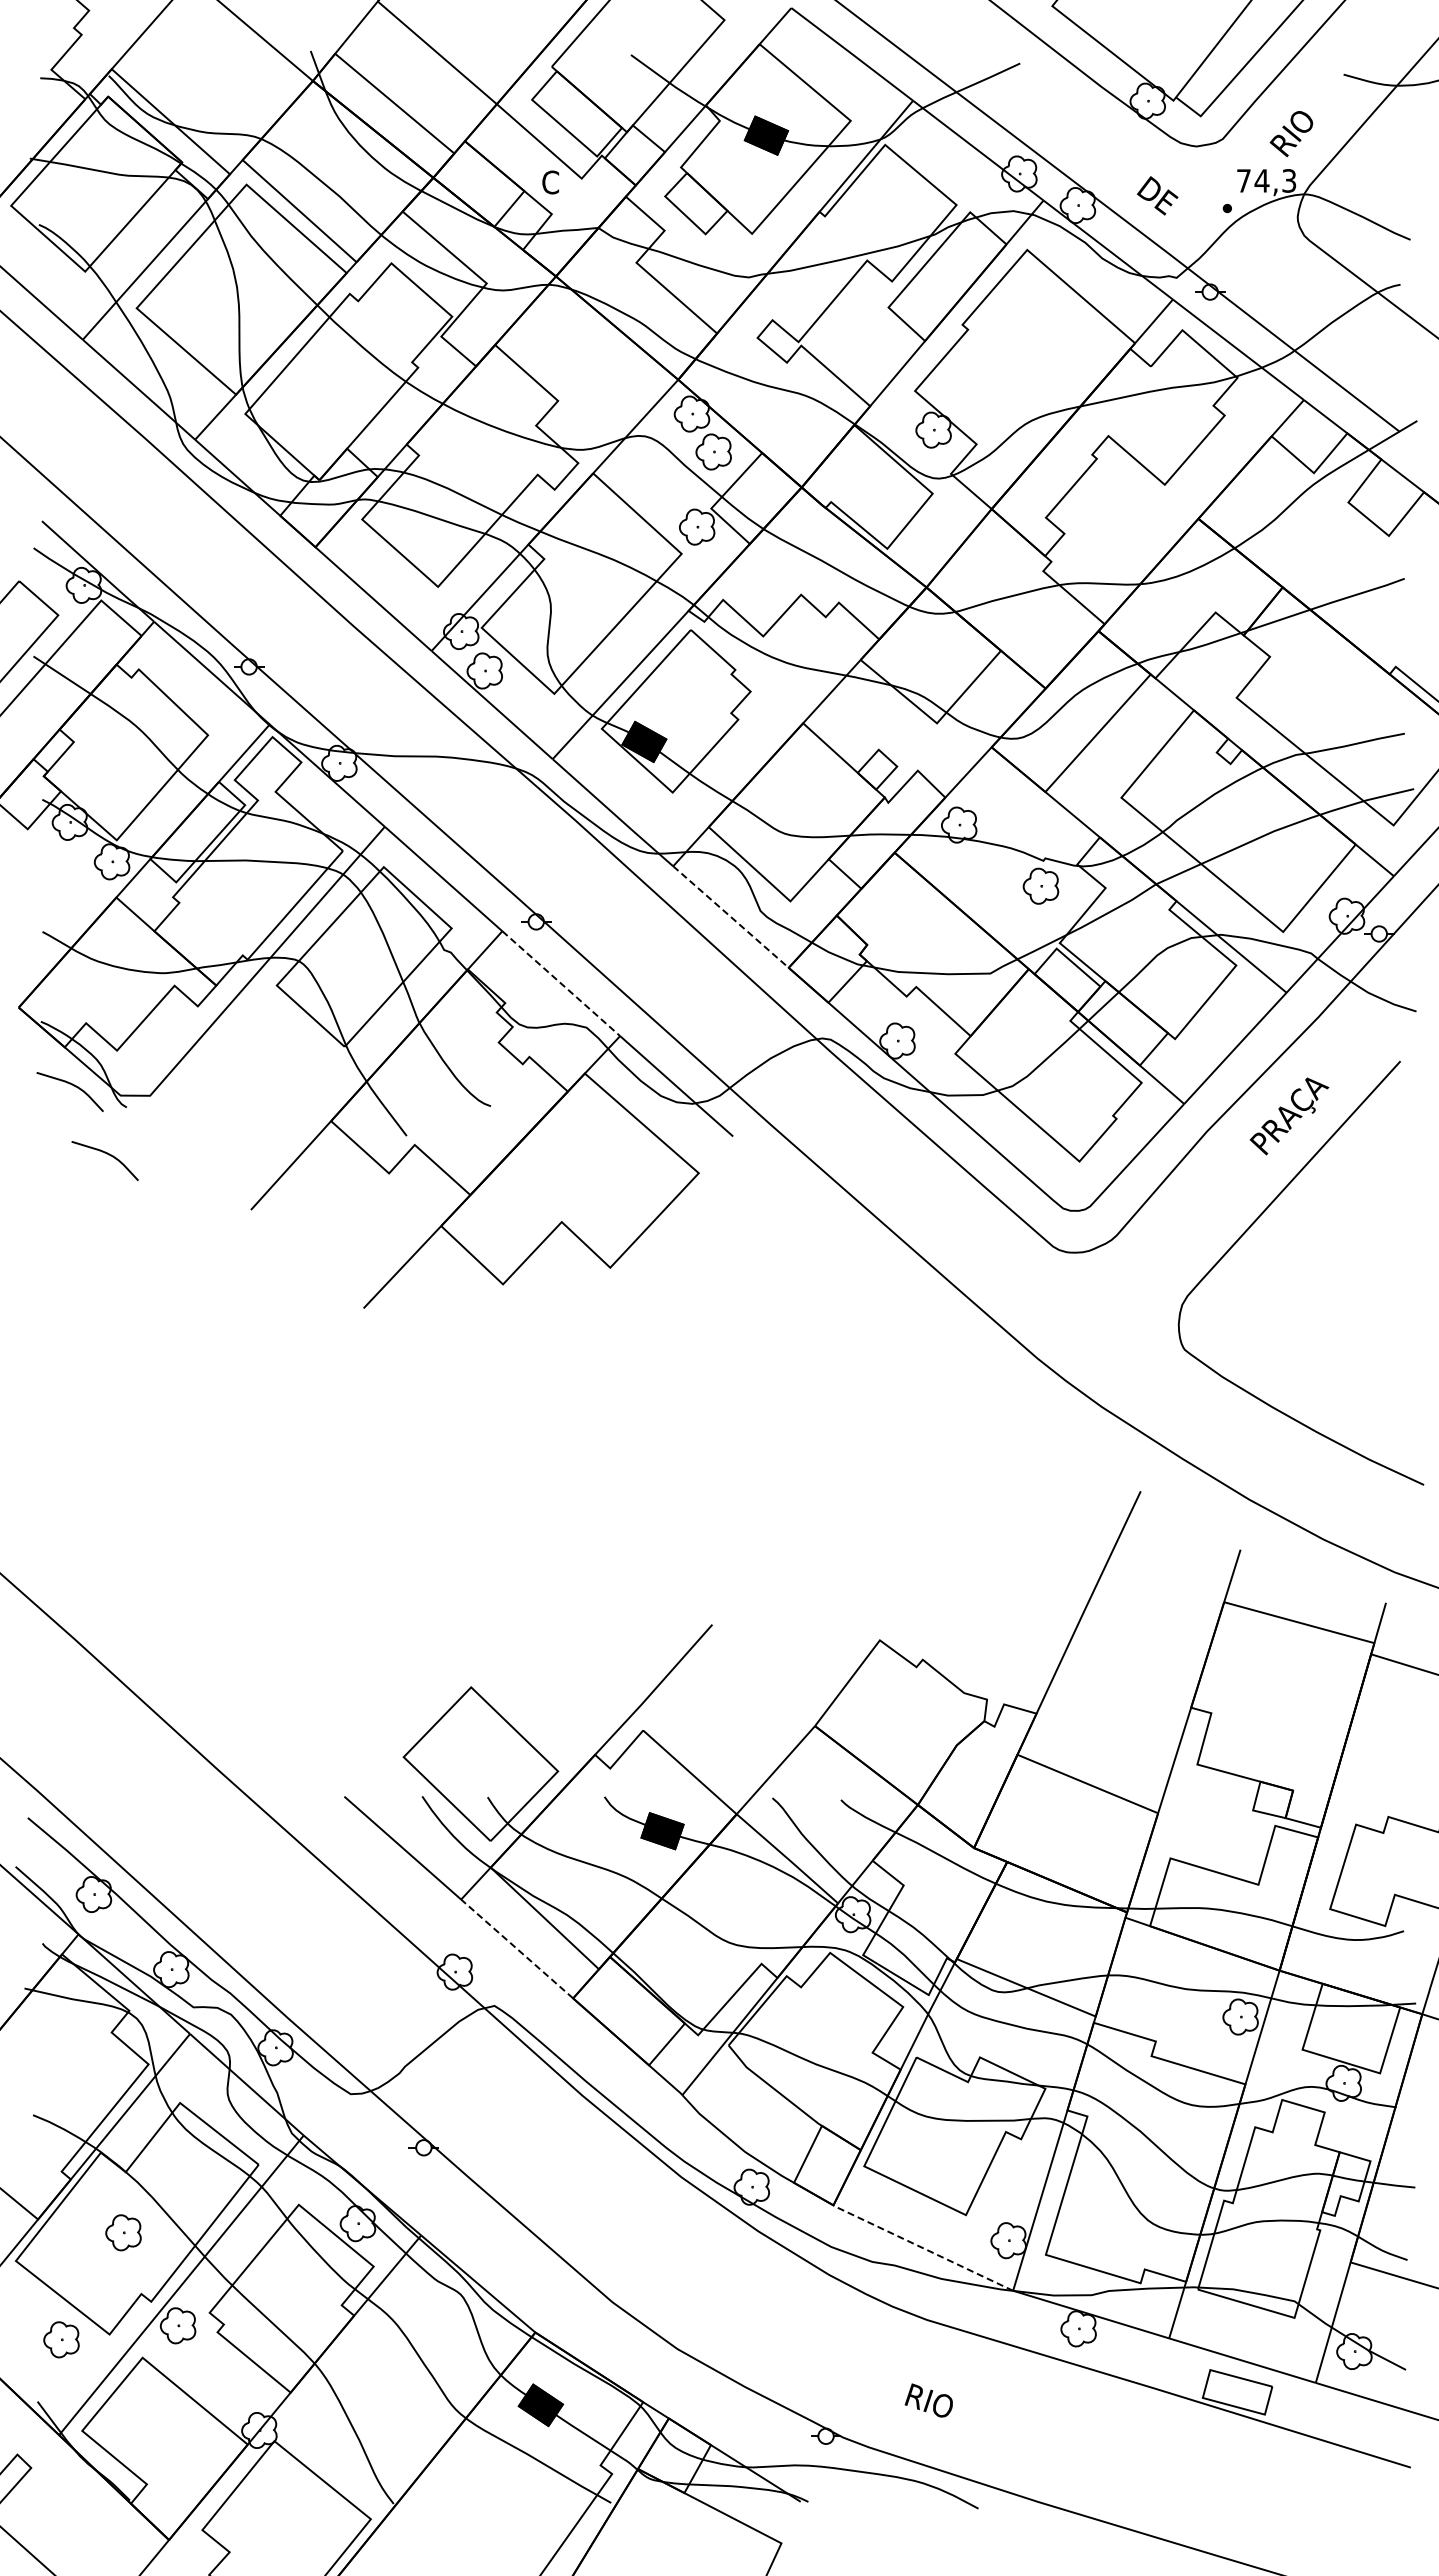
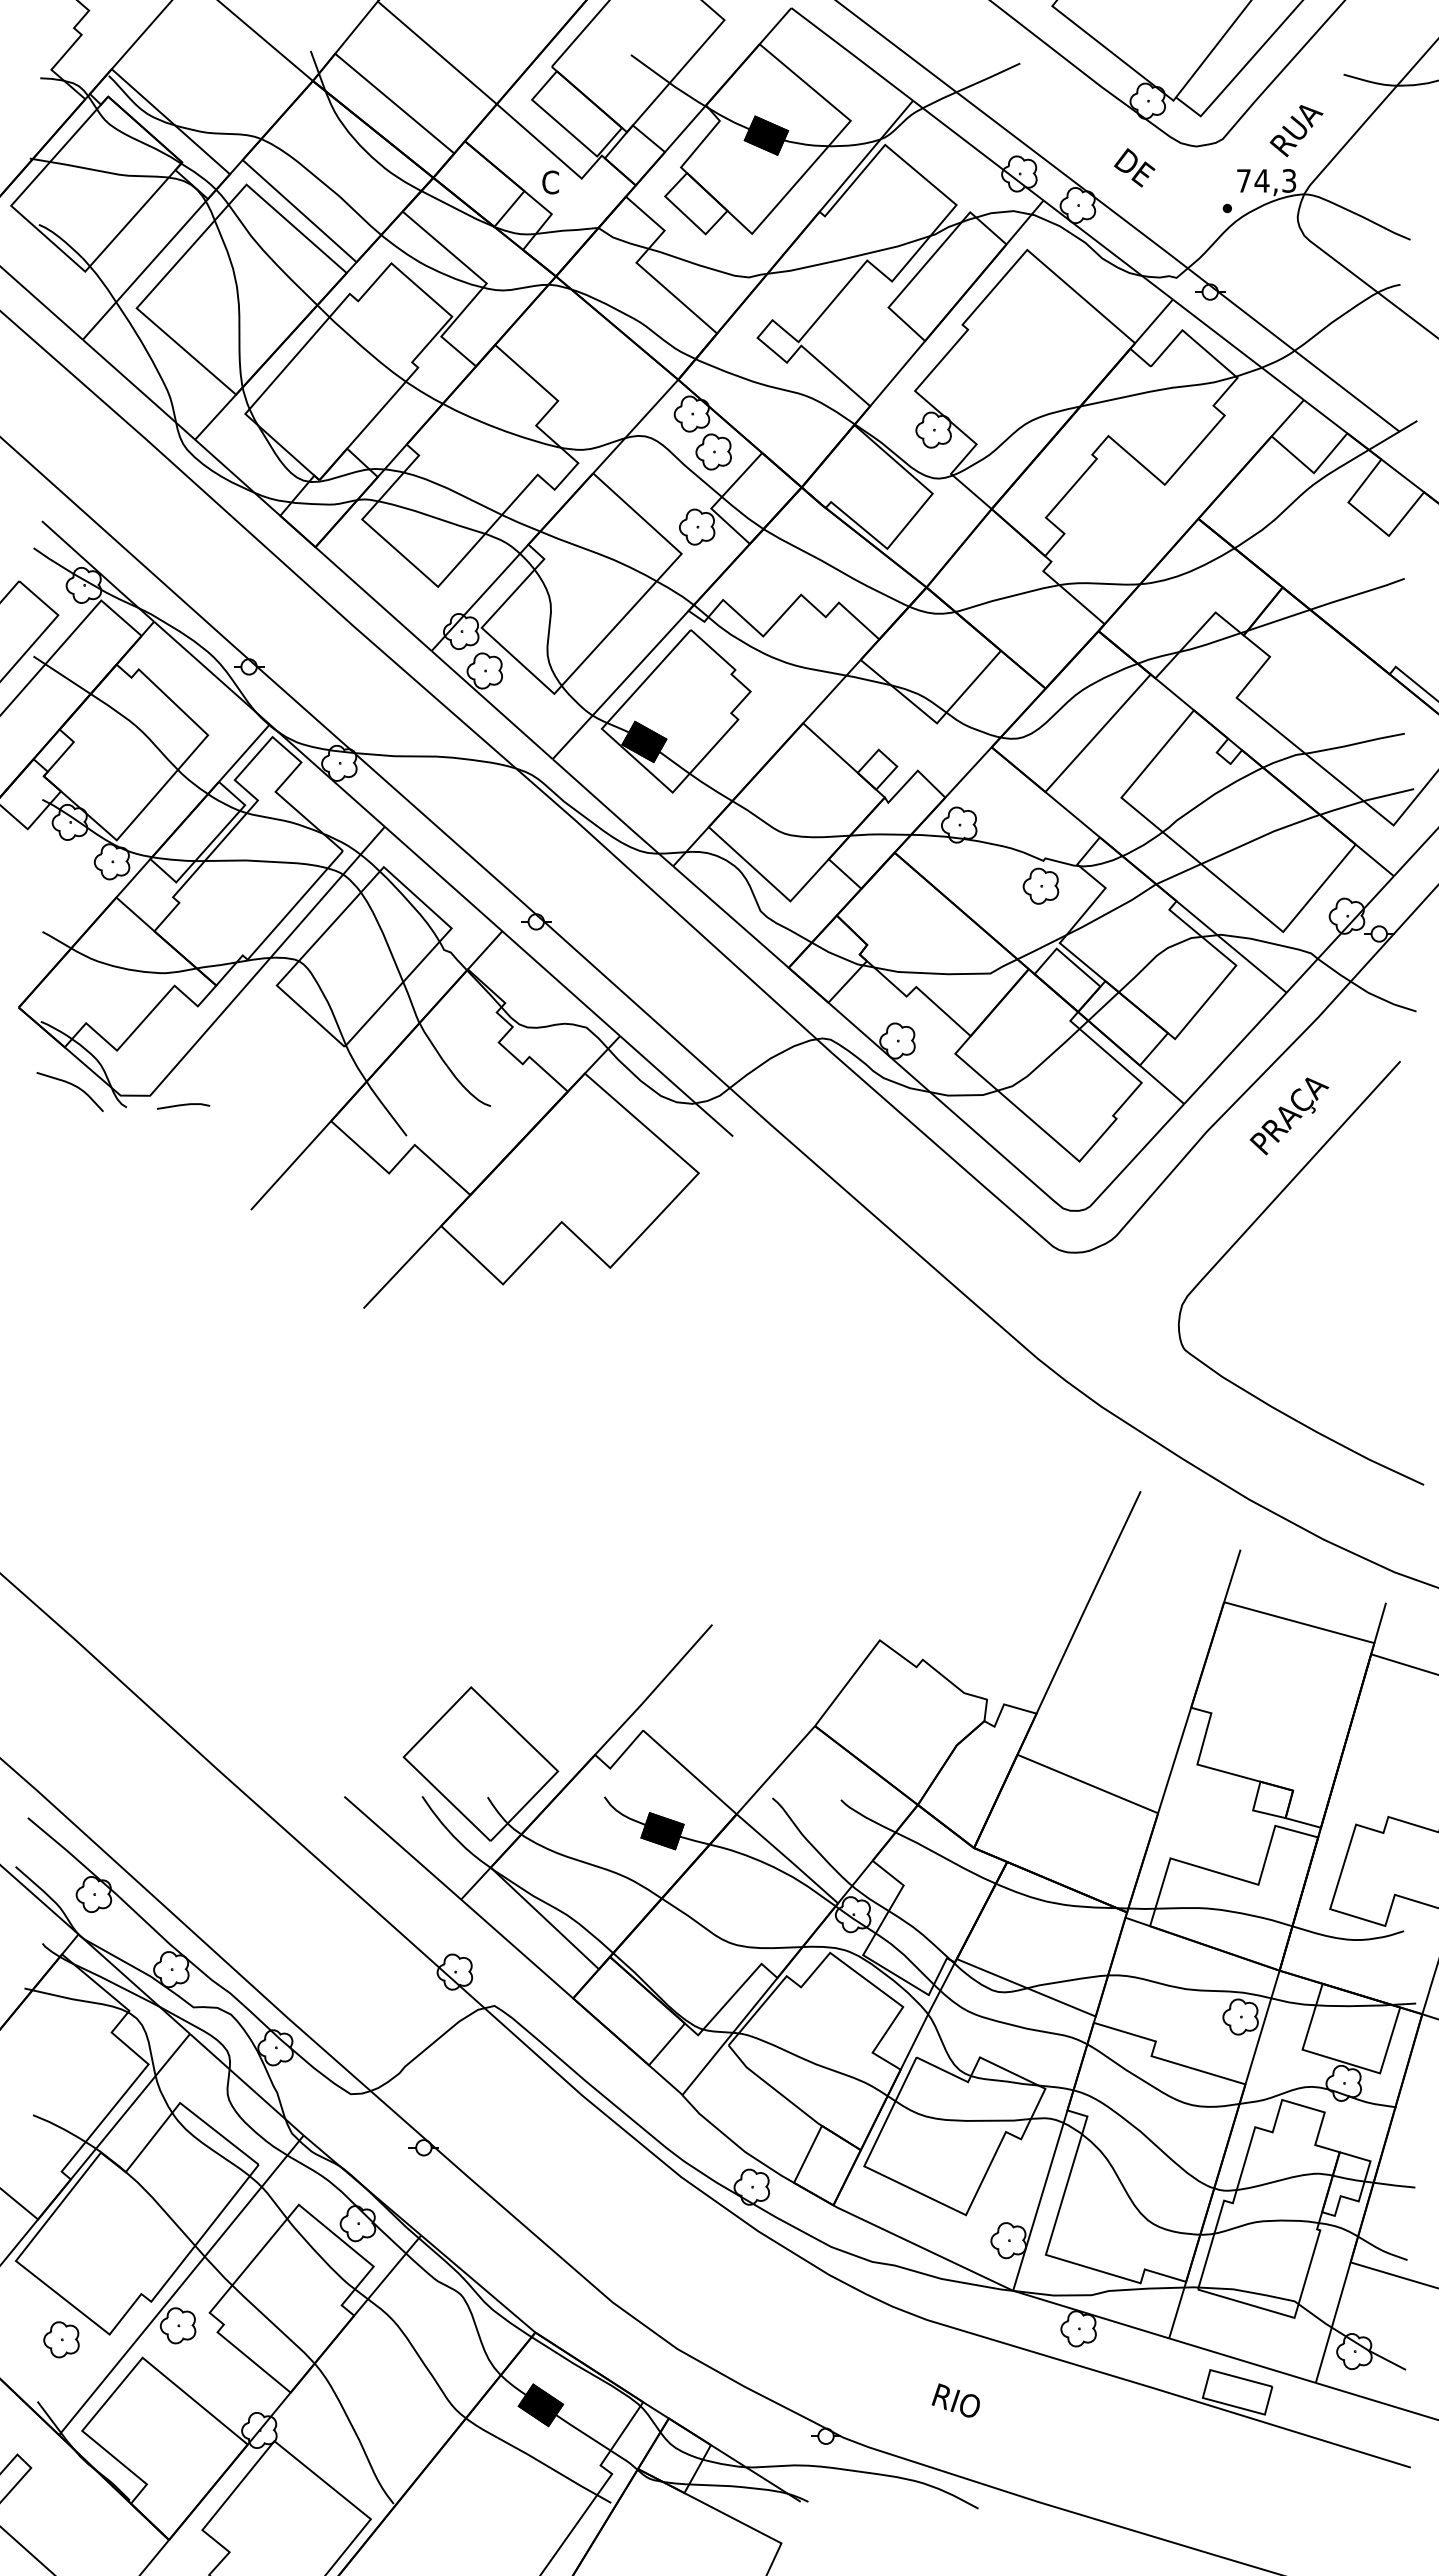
text at (1302, 123): RIO -> RUA
text at (1157, 195) position: (1157, 195) -> (1134, 167)
line at (730, 917): dashed -> solid
line at (561, 983): dashed -> solid
line at (183, 1105): none -> present
curve at (108, 1155): present -> none
line at (517, 1948): dashed -> solid
part at (123, 2232): present -> none
line at (922, 2247): dashed -> solid
text at (928, 2400) position: (928, 2400) -> (955, 2400)
